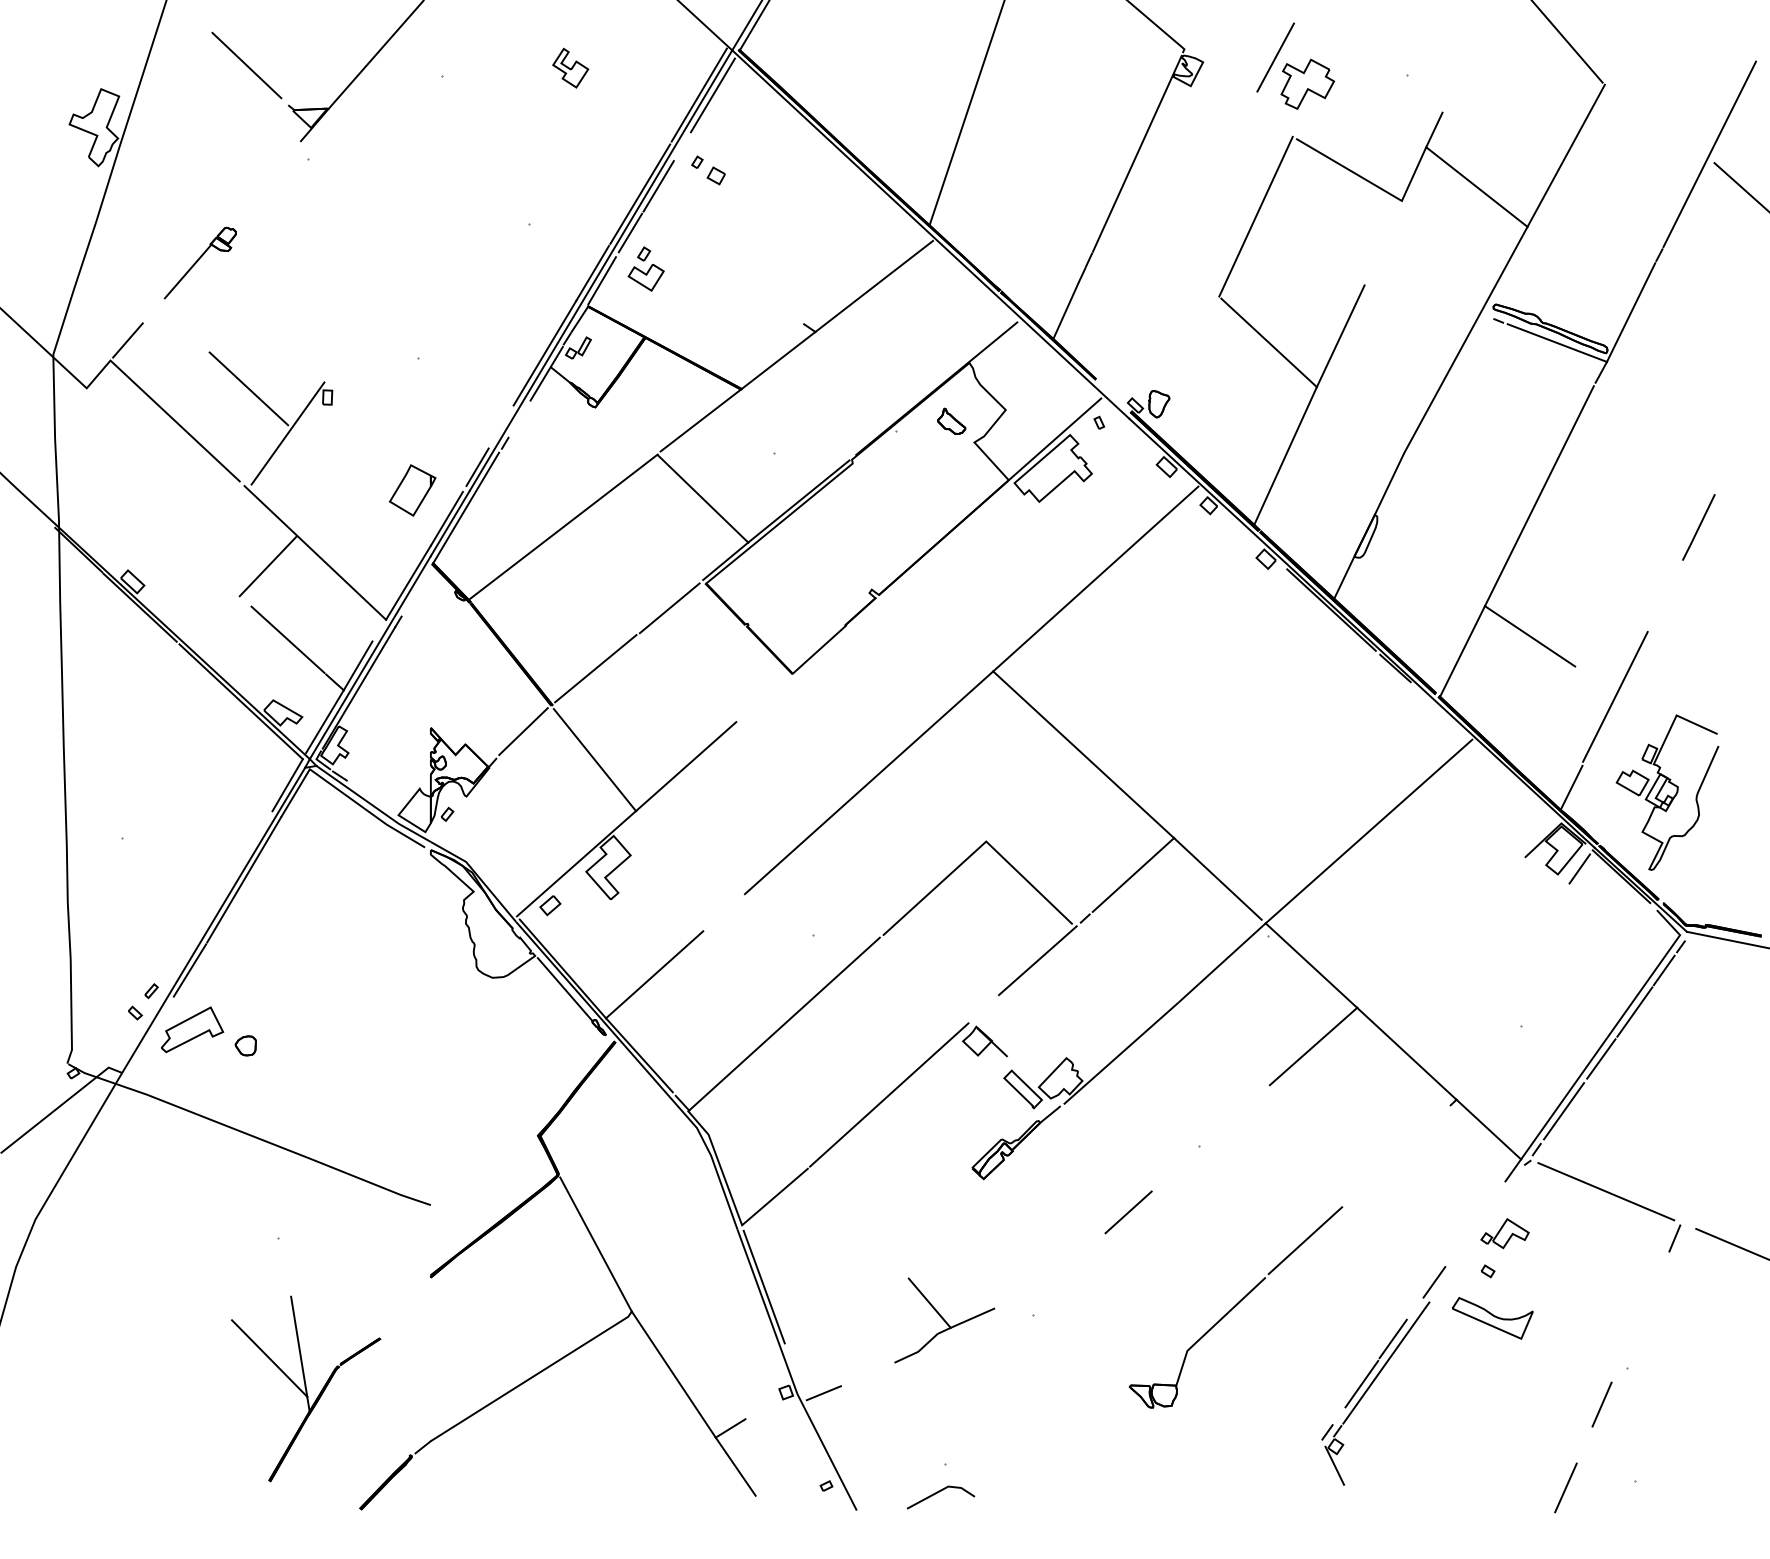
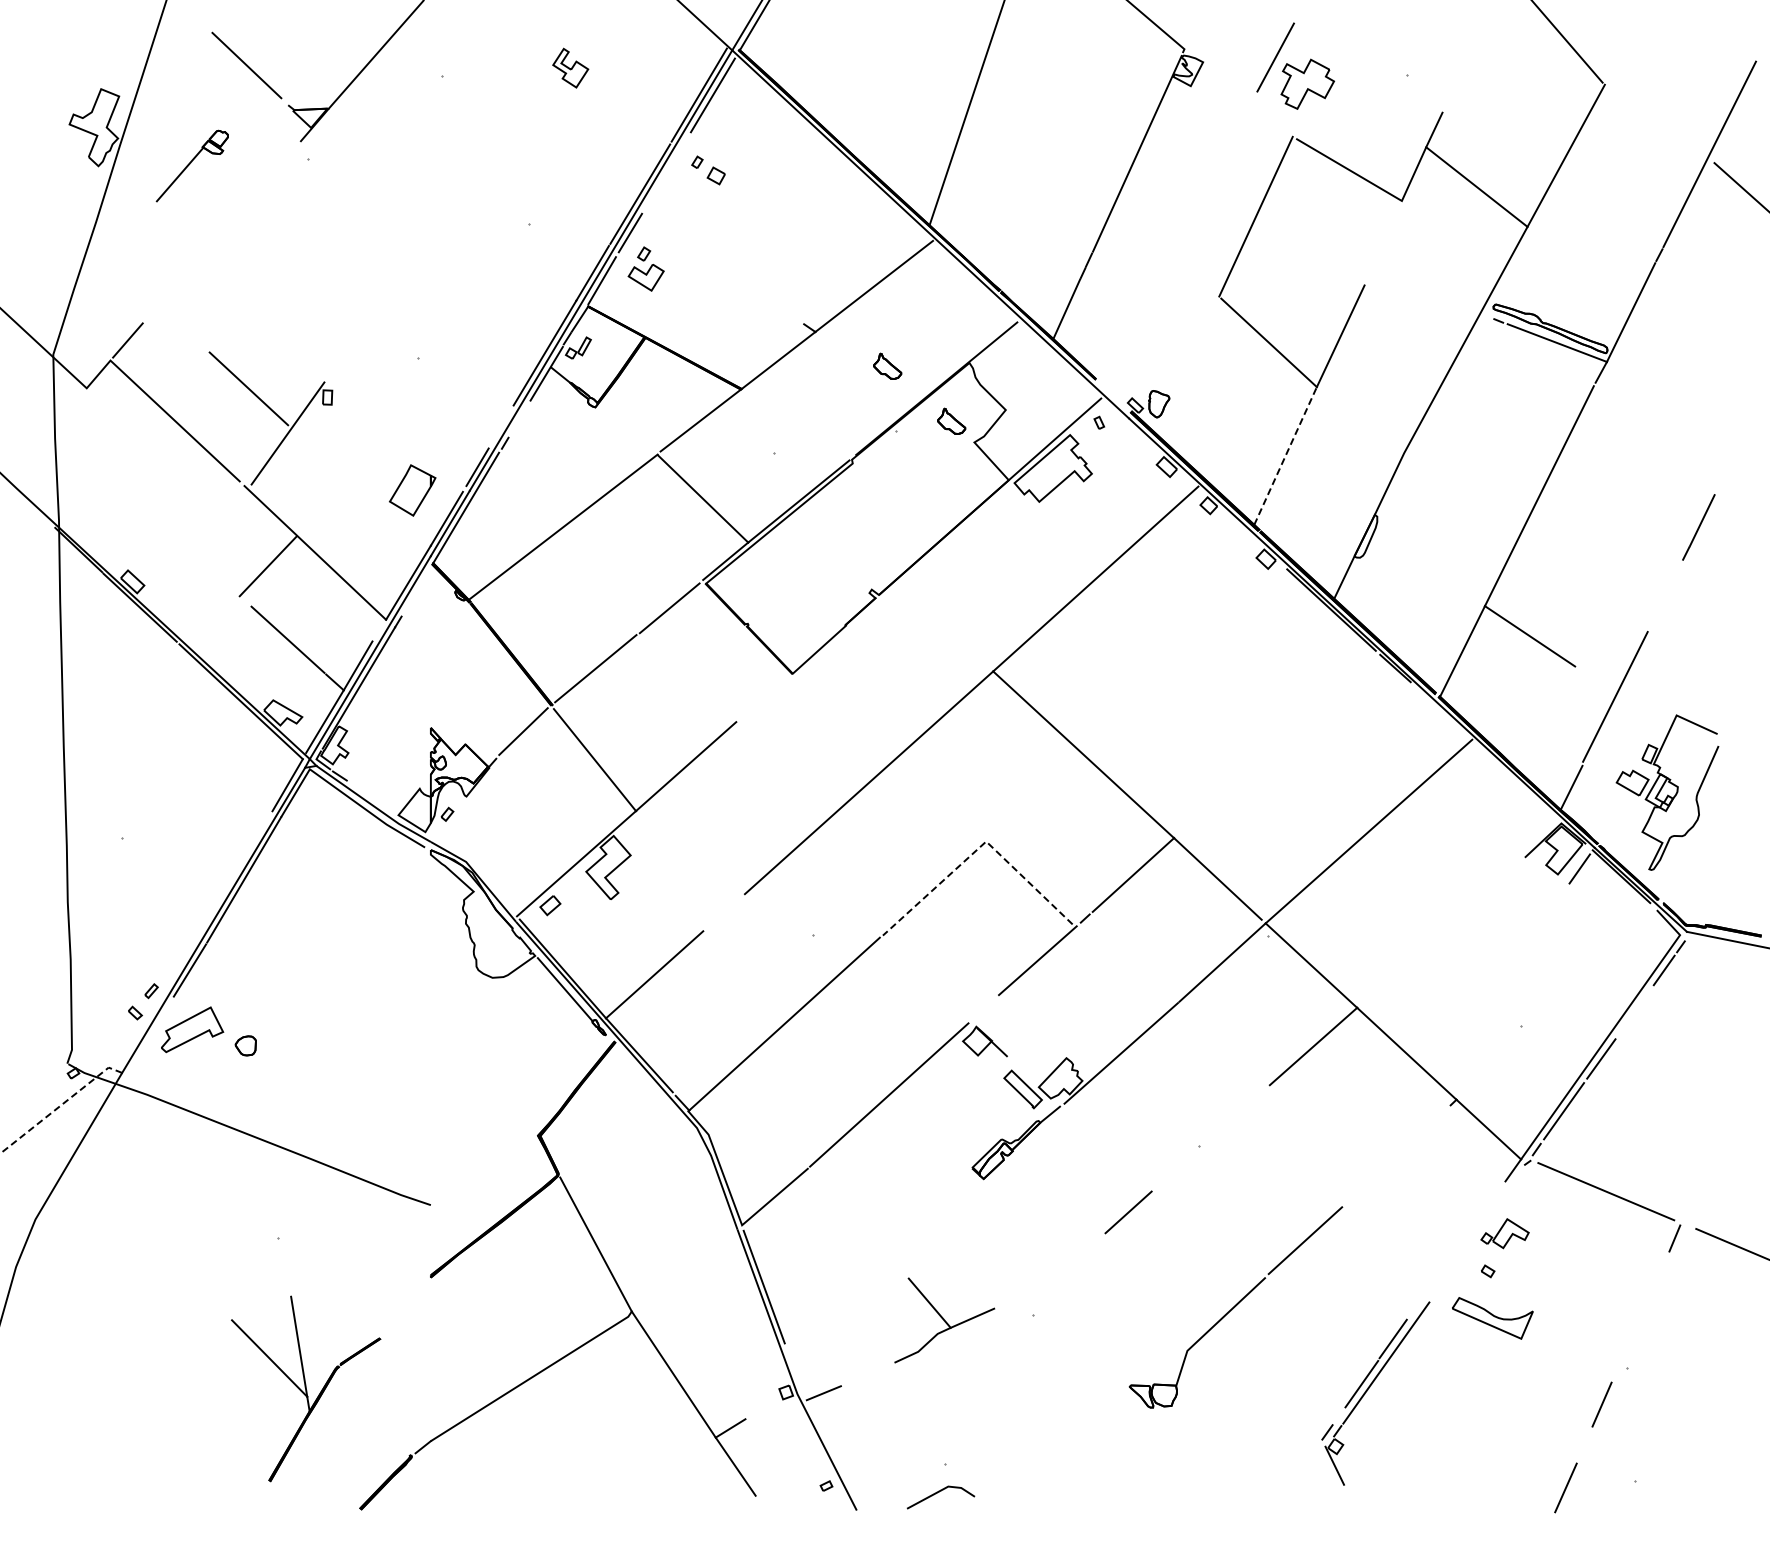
line at (658, 186): present -> none
part at (199, 262) position: (199, 262) -> (191, 165)
part at (887, 365): none -> present
line at (1285, 456): solid -> dashed
line at (978, 848): solid -> dashed
line at (1634, 1011): present -> none
line at (60, 1105): solid -> dashed
line at (1434, 1282): present -> none
